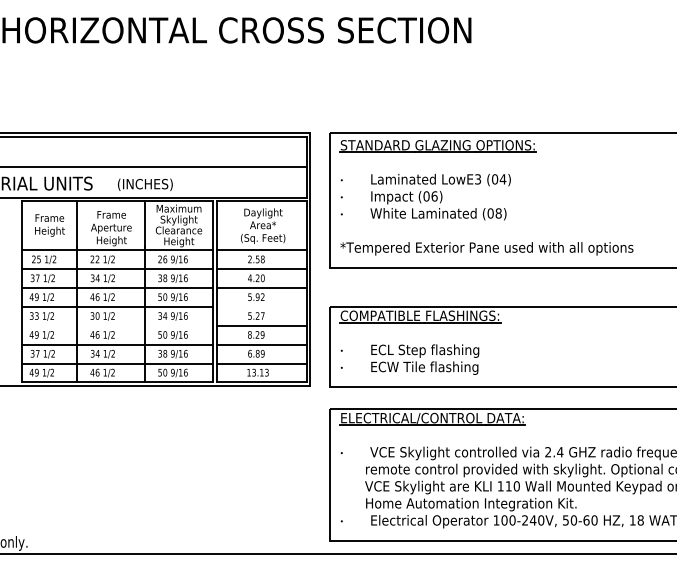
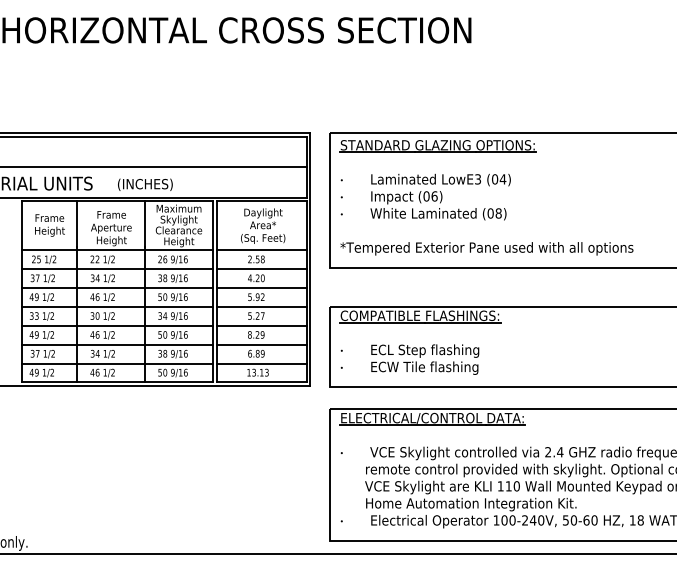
line at (261, 306): none -> present
line at (117, 325): none -> present
